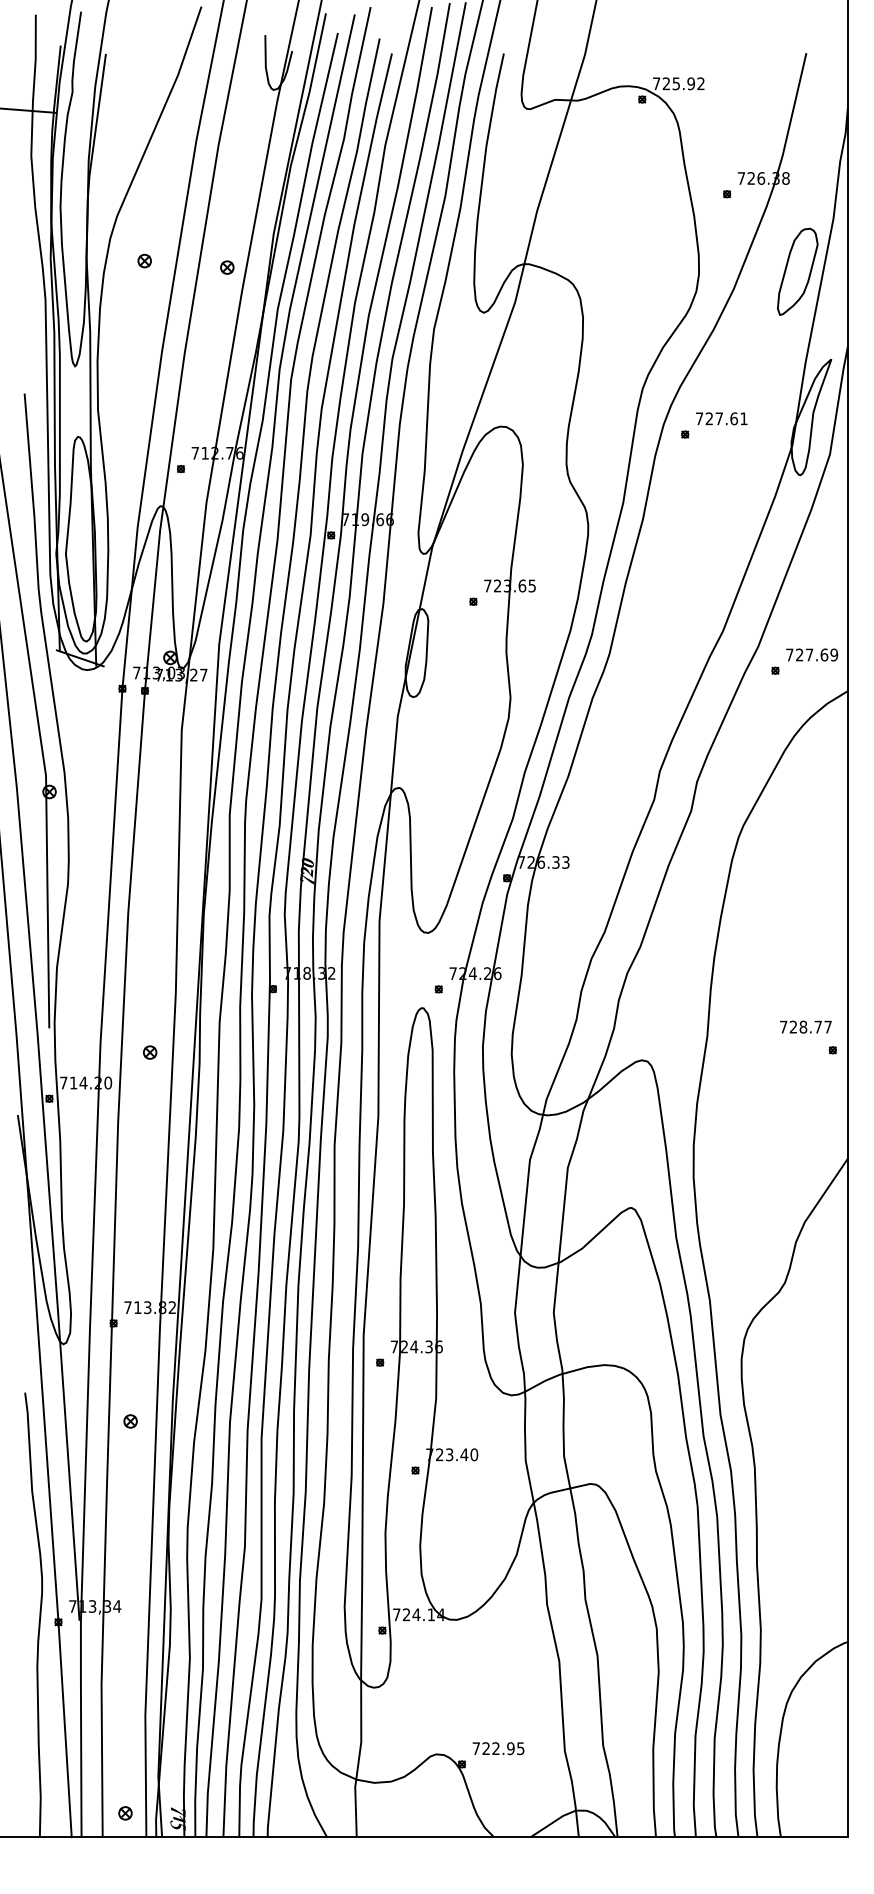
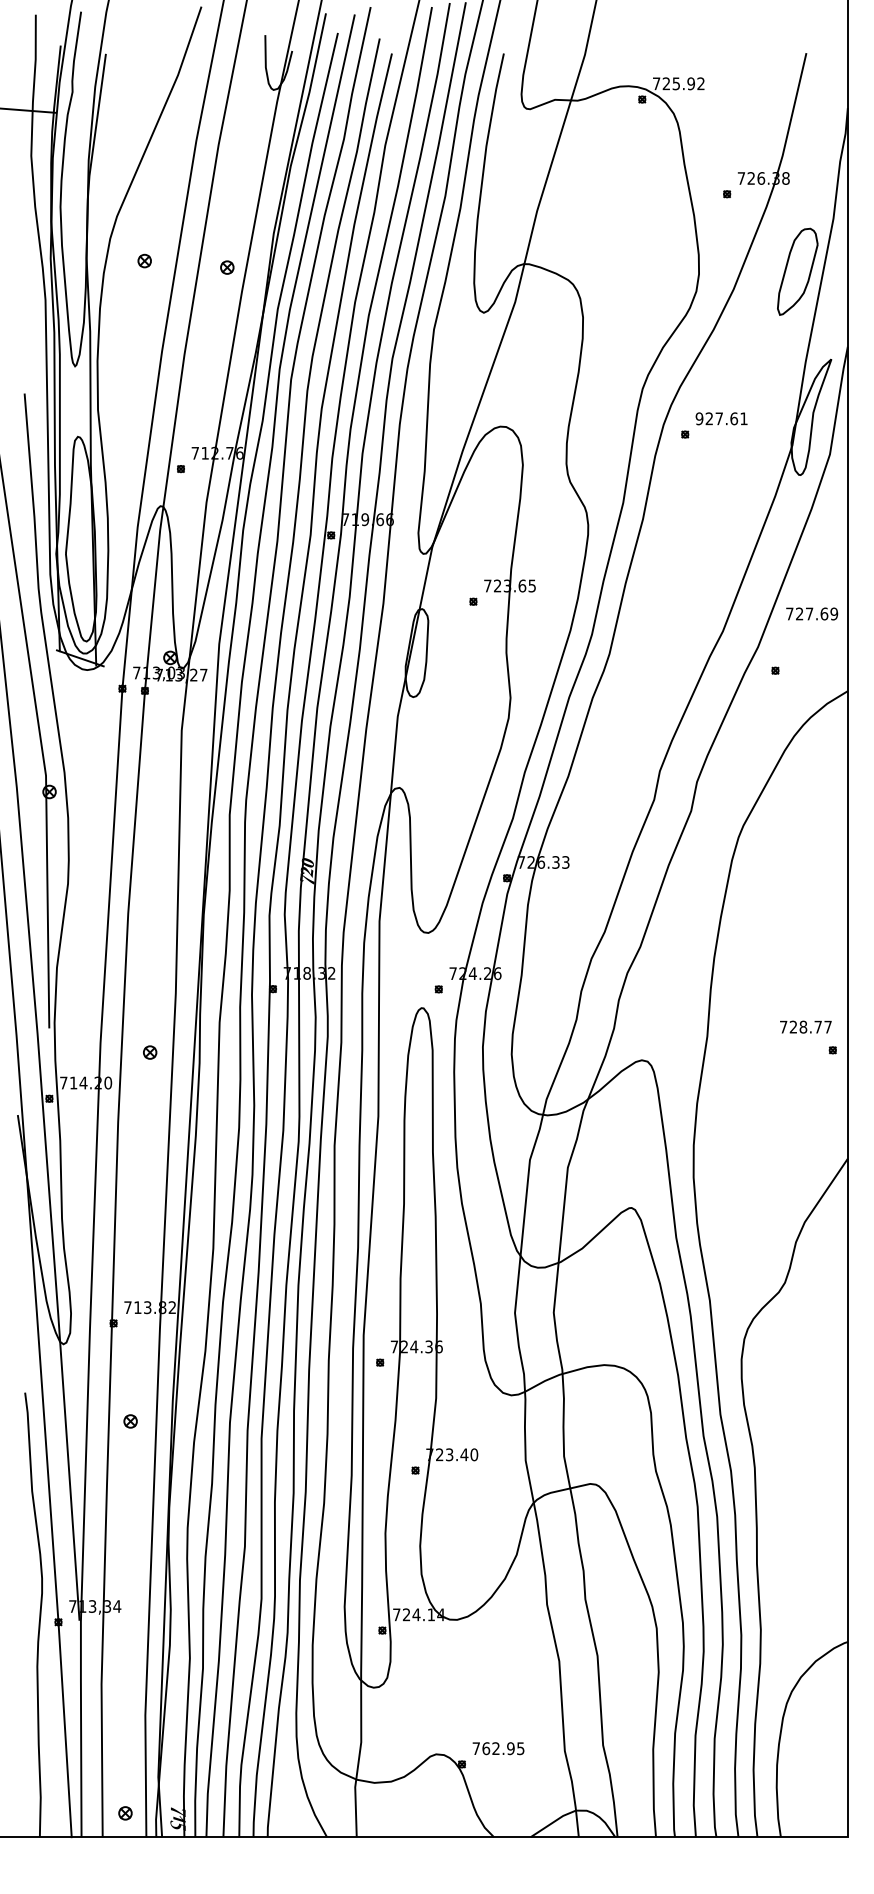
text at (699, 418): 727.61 -> 927.61
text at (812, 654) position: (812, 654) -> (812, 613)
text at (486, 1748): 722.95 -> 762.95
